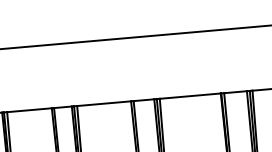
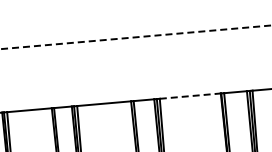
line at (136, 37): solid -> dashed
line at (190, 96): solid -> dashed
